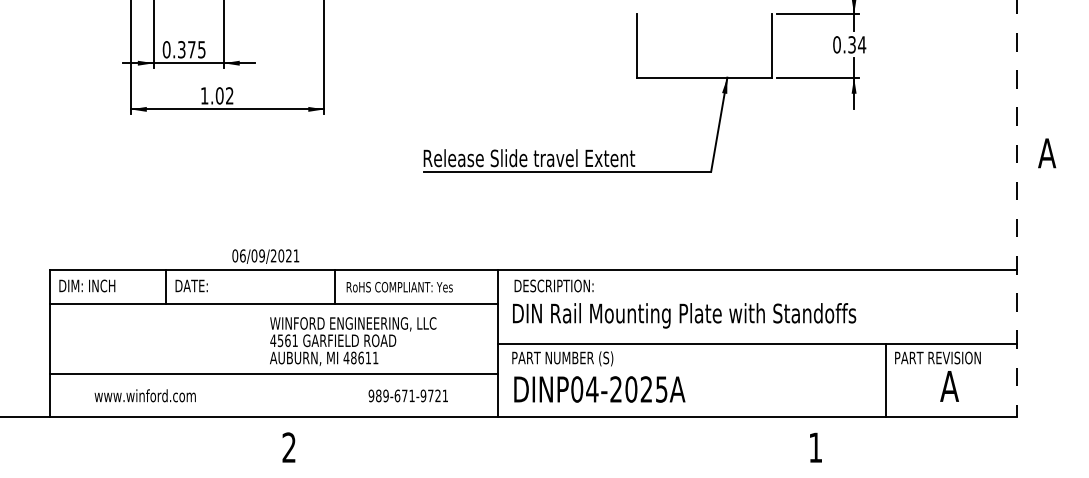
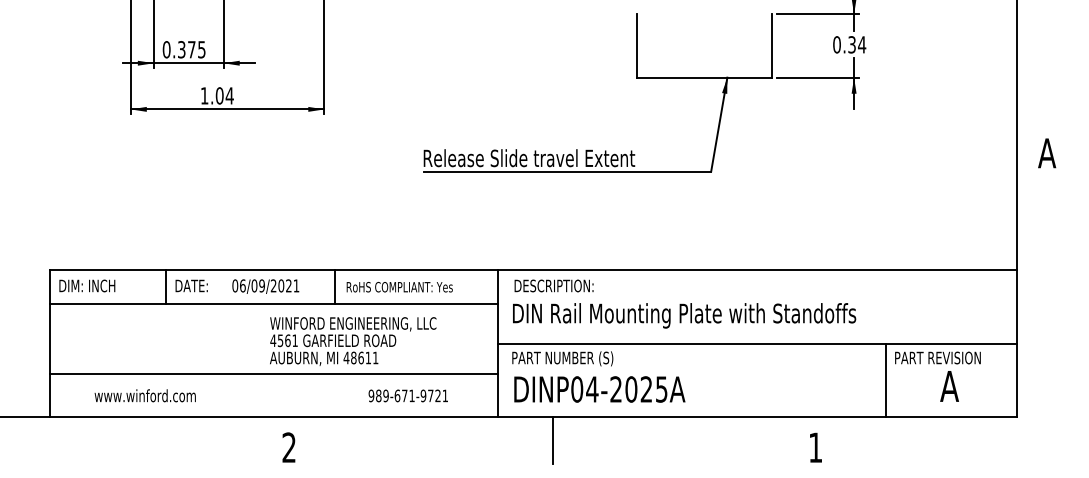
text at (229, 95): 1.02 -> 1.04
line at (1017, 209): dashed -> solid
text at (265, 256) position: (265, 256) -> (265, 286)
line at (552, 440): none -> present
